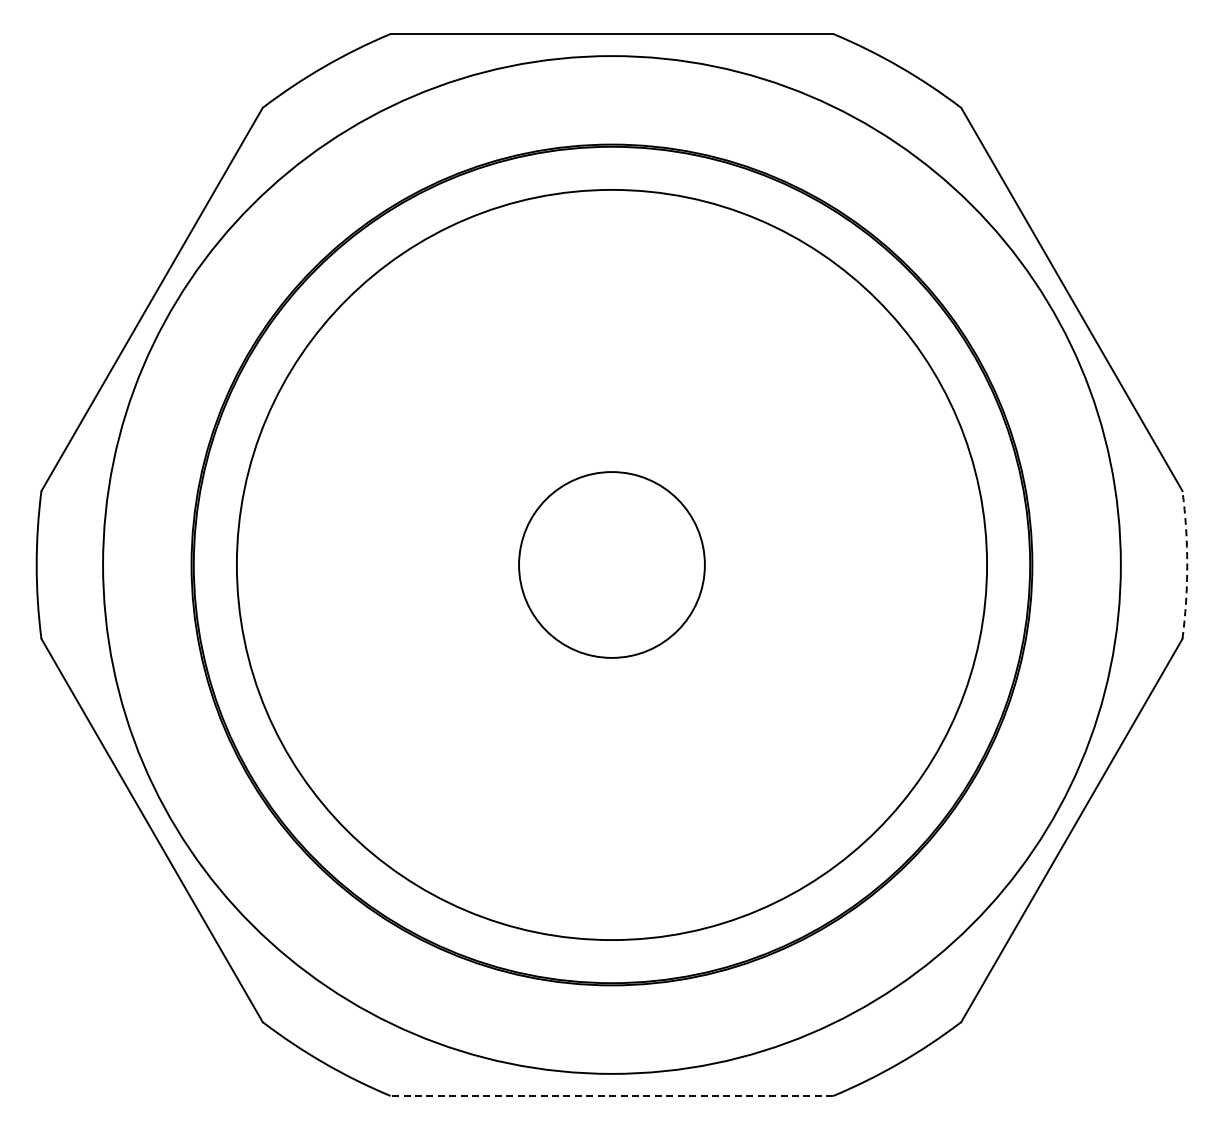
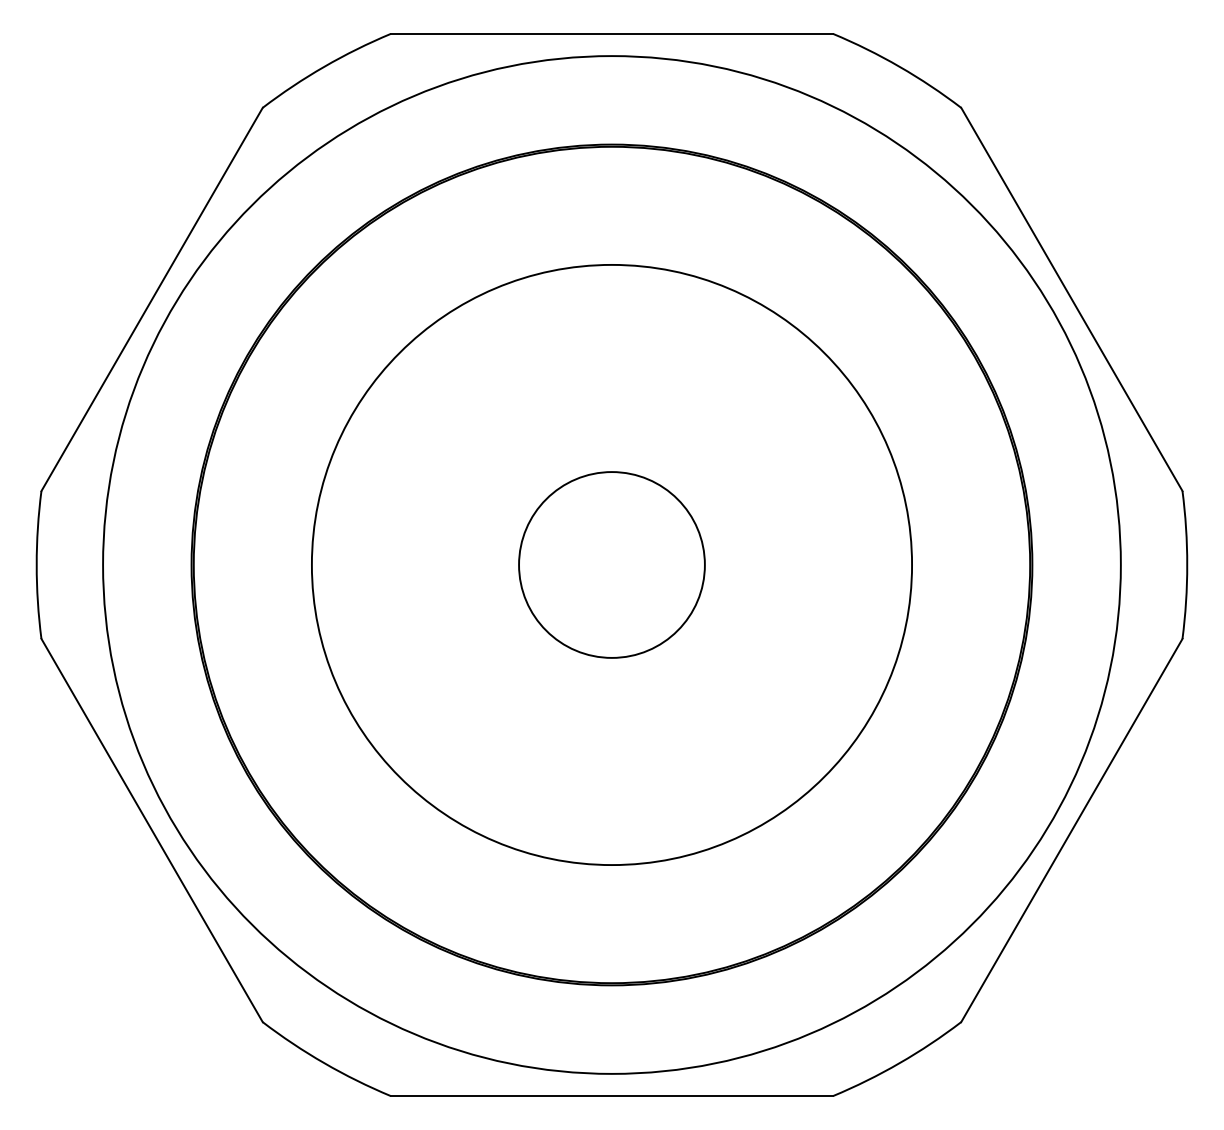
circle at (611, 564) diameter: 750 px -> 600 px
arc at (1187, 564): dashed -> solid
line at (611, 1096): dashed -> solid
